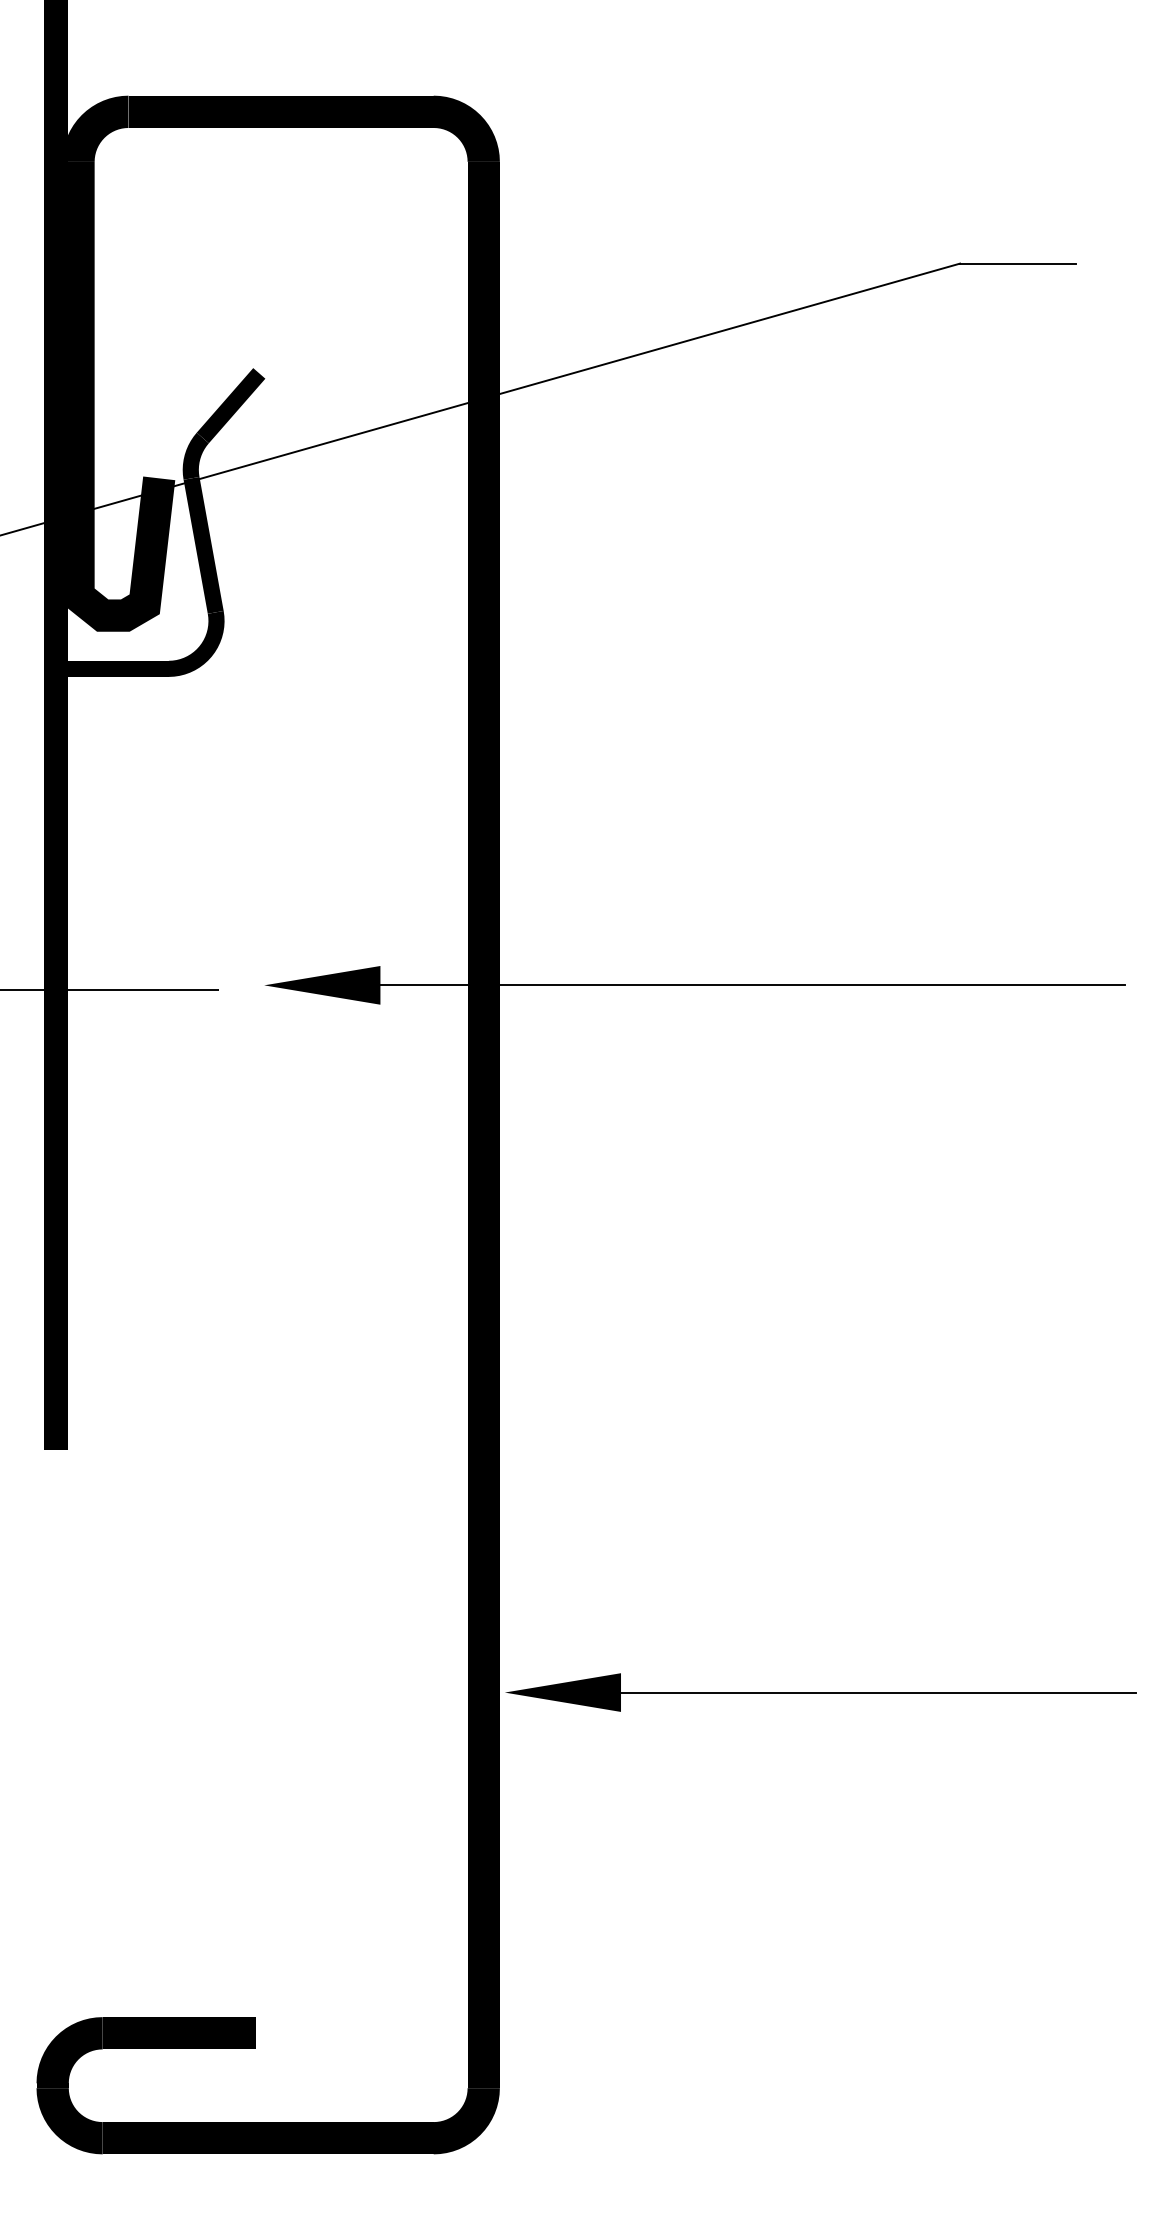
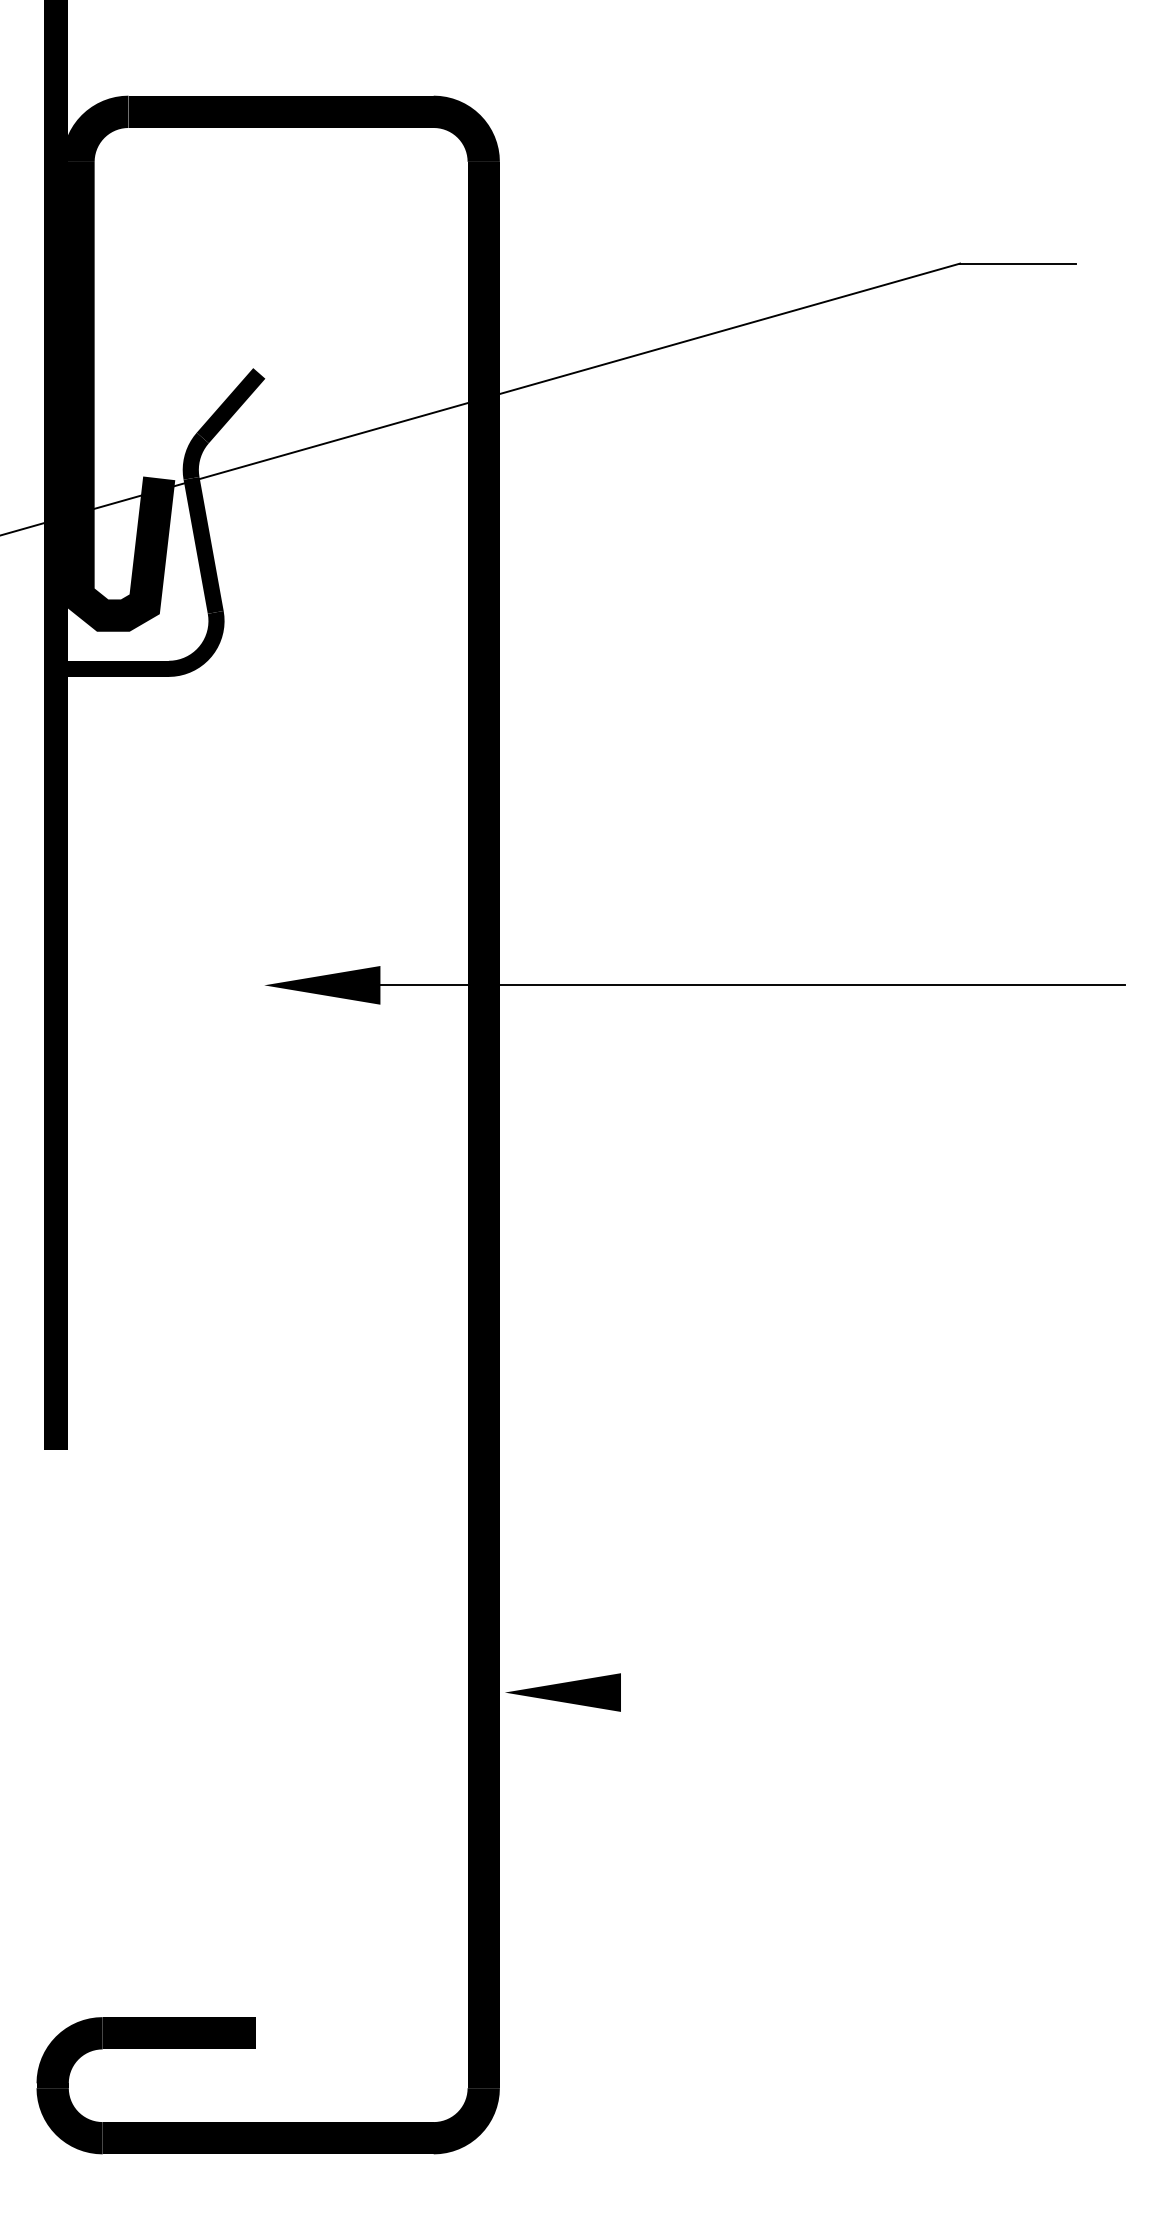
line at (110, 990): present -> none
line at (878, 1692): present -> none
